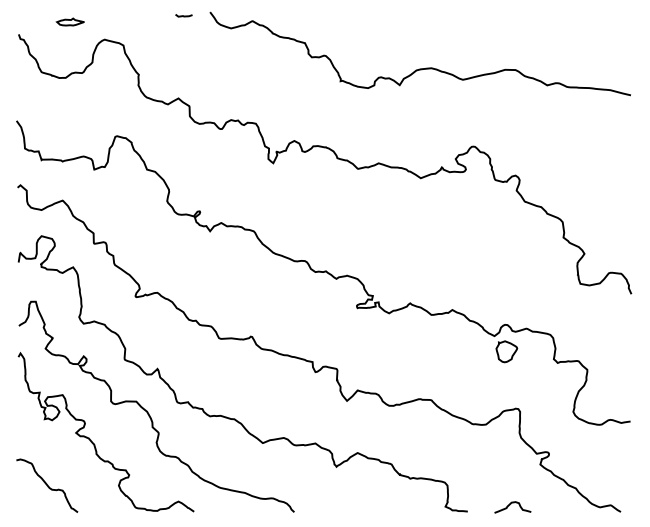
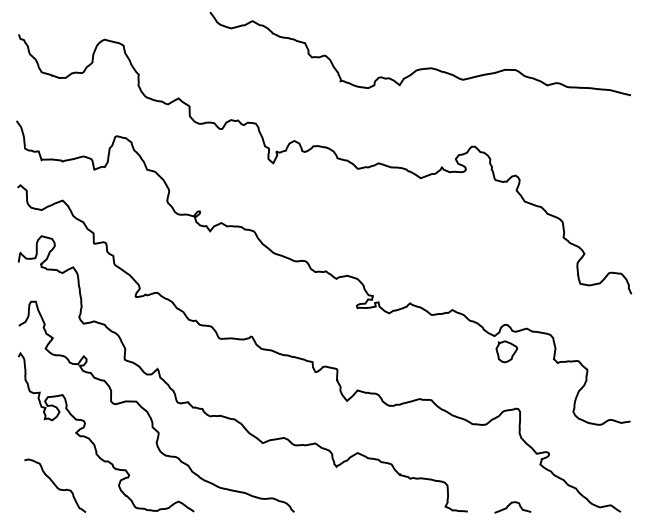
line at (183, 15): present -> none
part at (69, 21): present -> none
curve at (47, 485) position: (47, 485) -> (55, 485)
